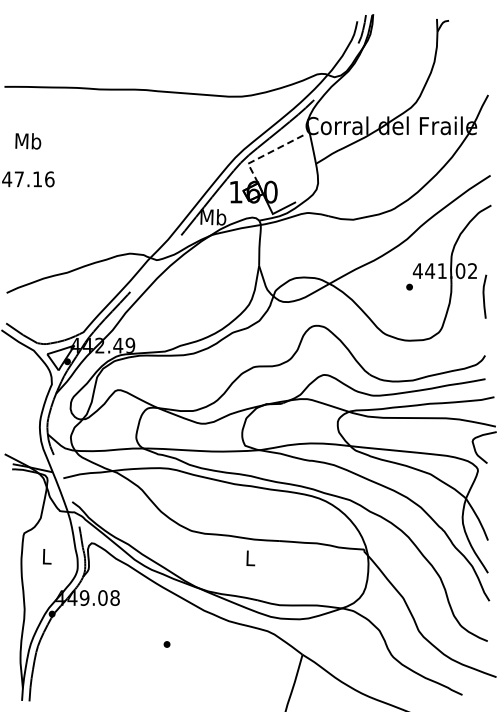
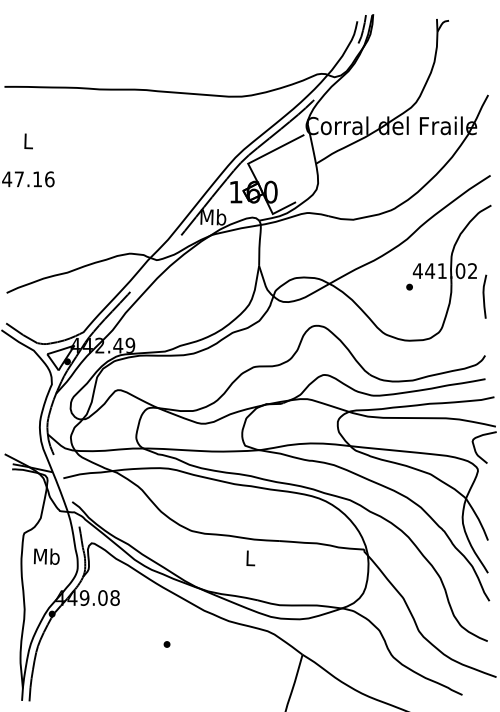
text at (28, 141): Mb -> L
line at (266, 154): dashed -> solid
text at (46, 556): L -> Mb
